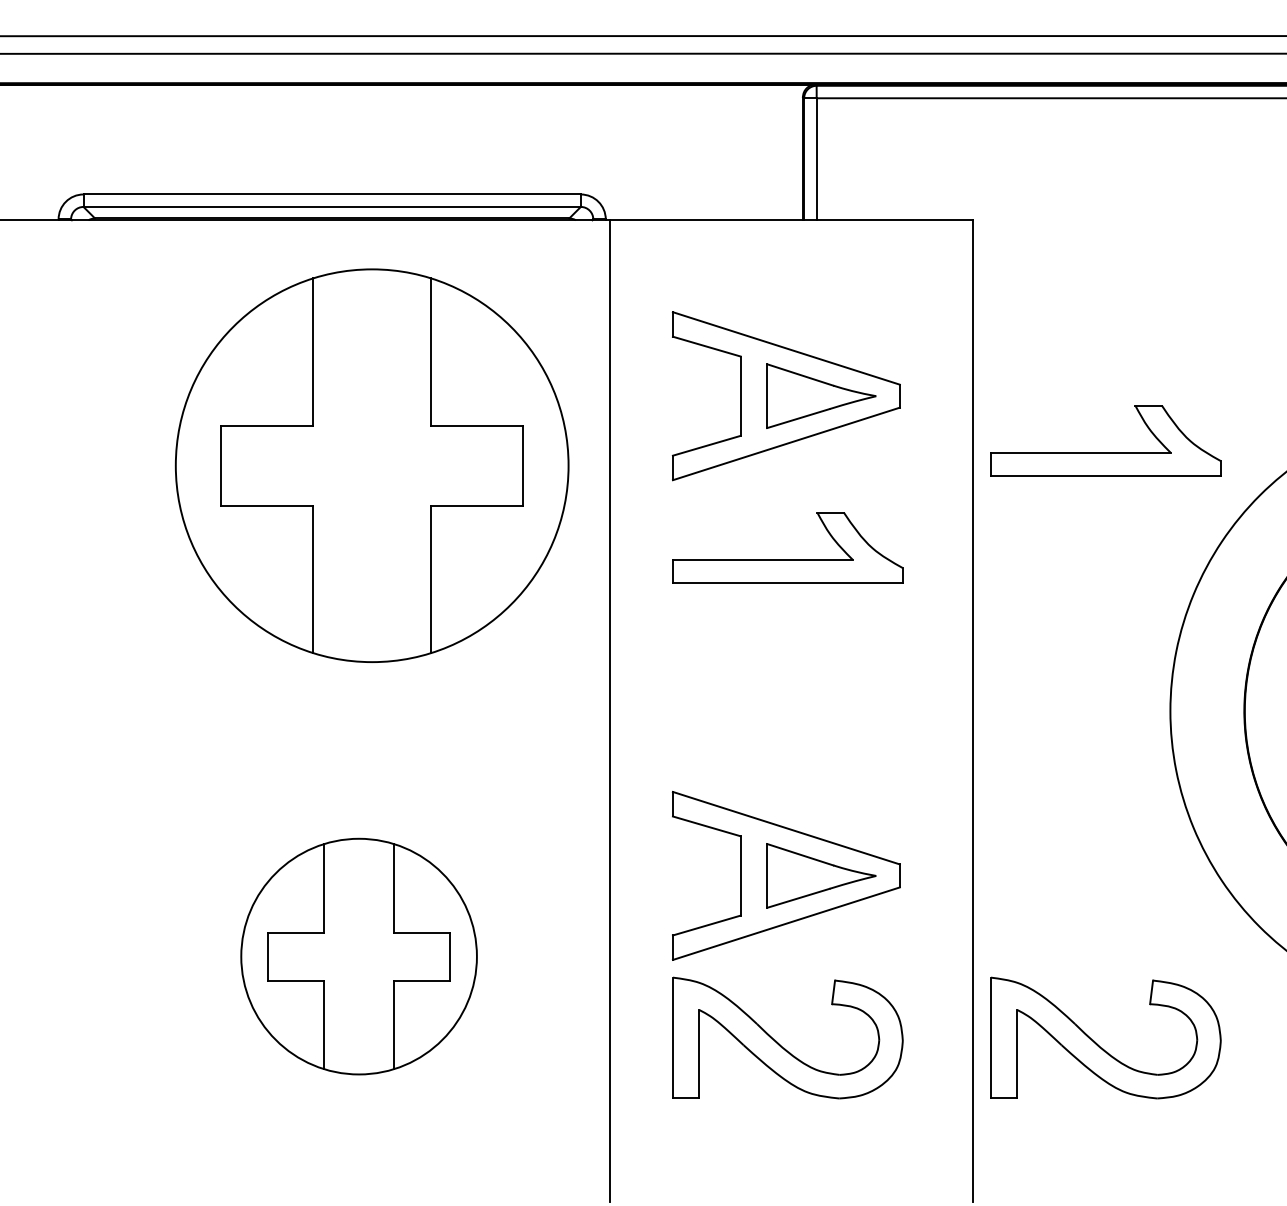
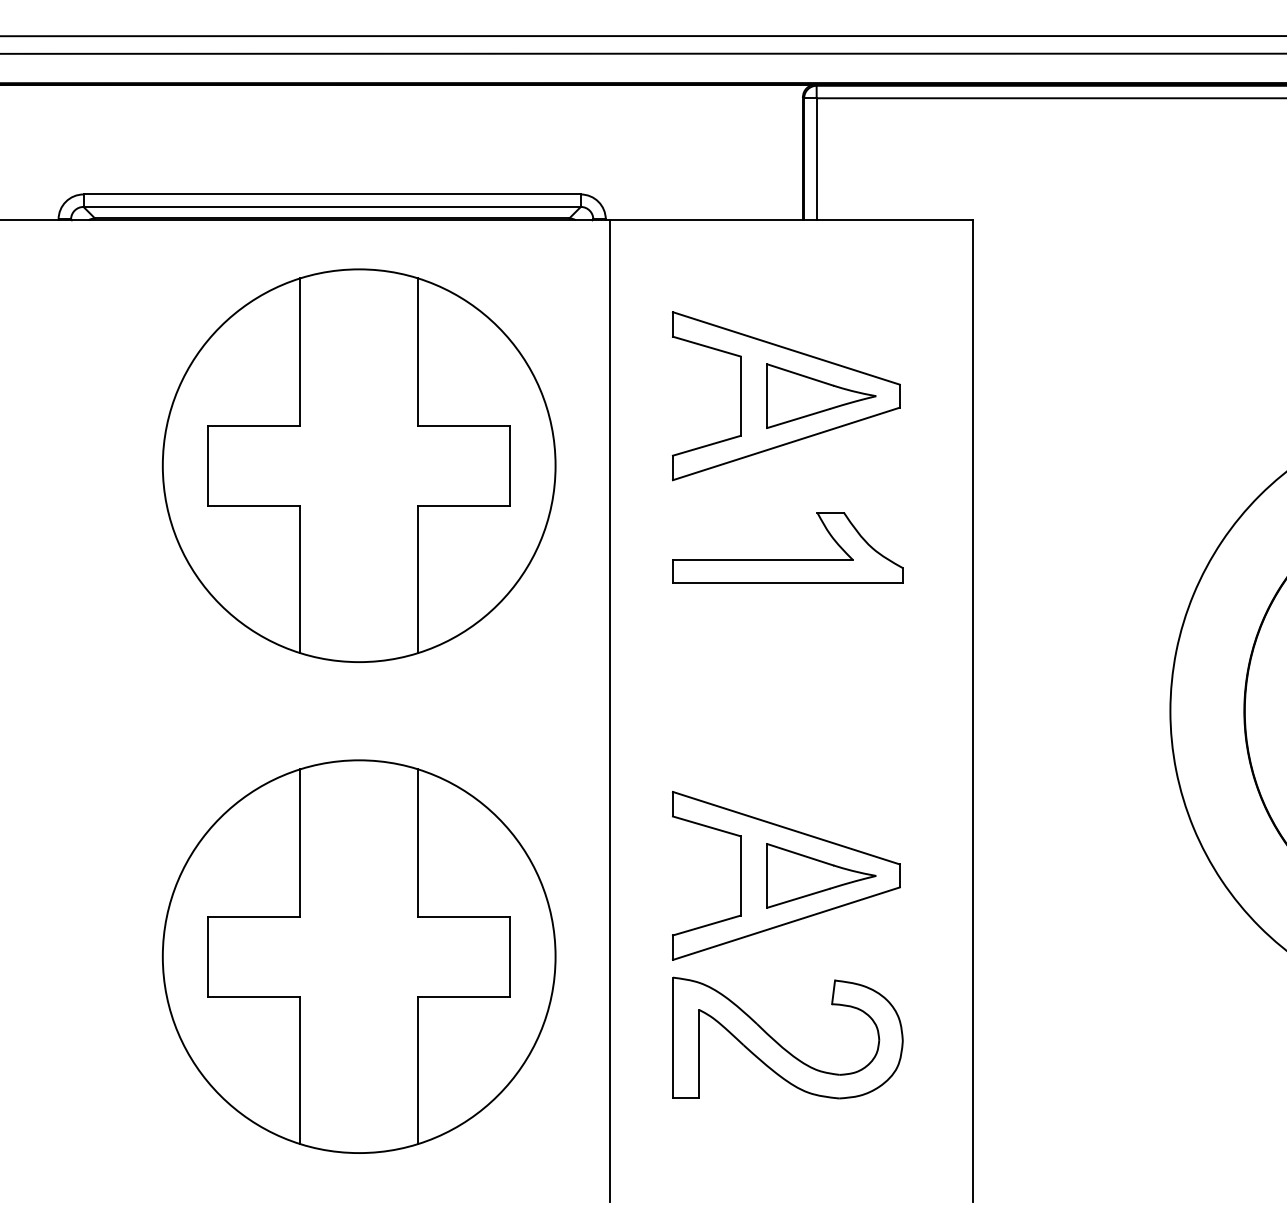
part at (1105, 452): present -> none
part at (371, 465) position: (371, 465) -> (358, 465)
part at (358, 956) size: 238x239 px -> 396x395 px
part at (1098, 1044): present -> none
